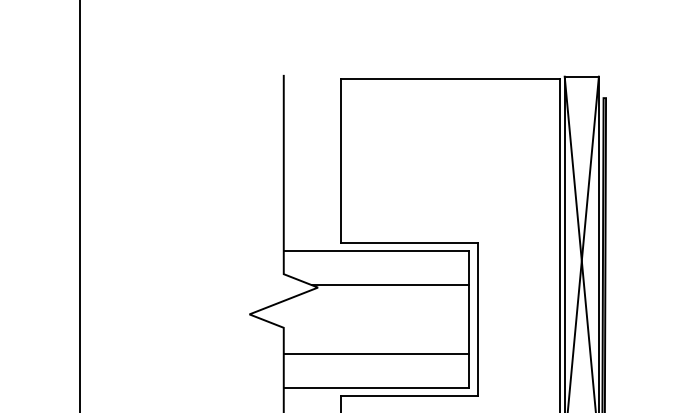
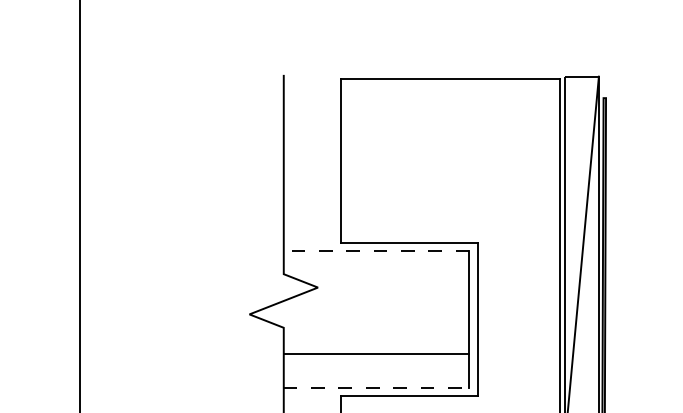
line at (579, 242): present -> none
line at (376, 251): solid -> dashed
line at (390, 285): present -> none
line at (376, 387): solid -> dashed
